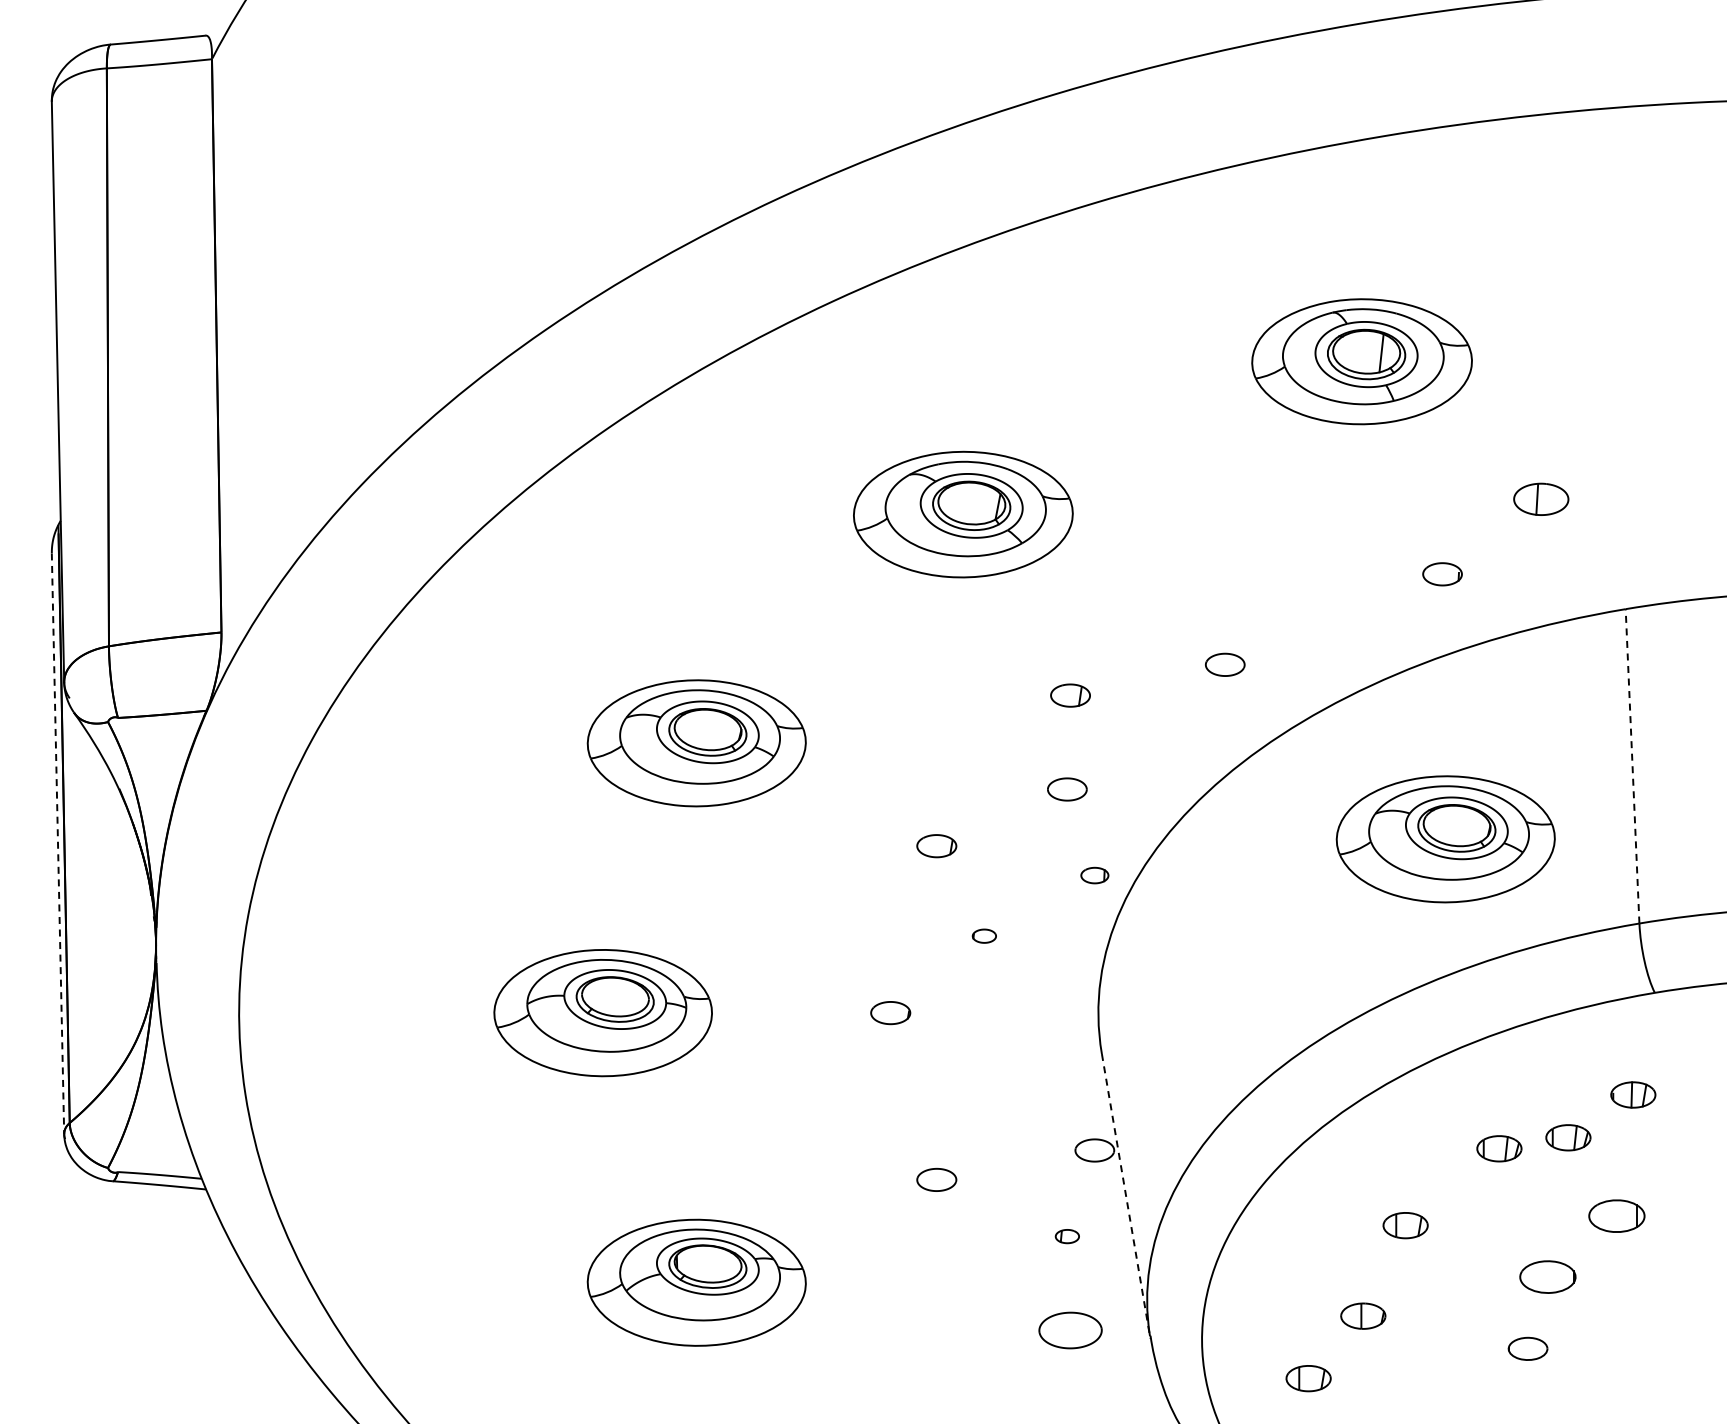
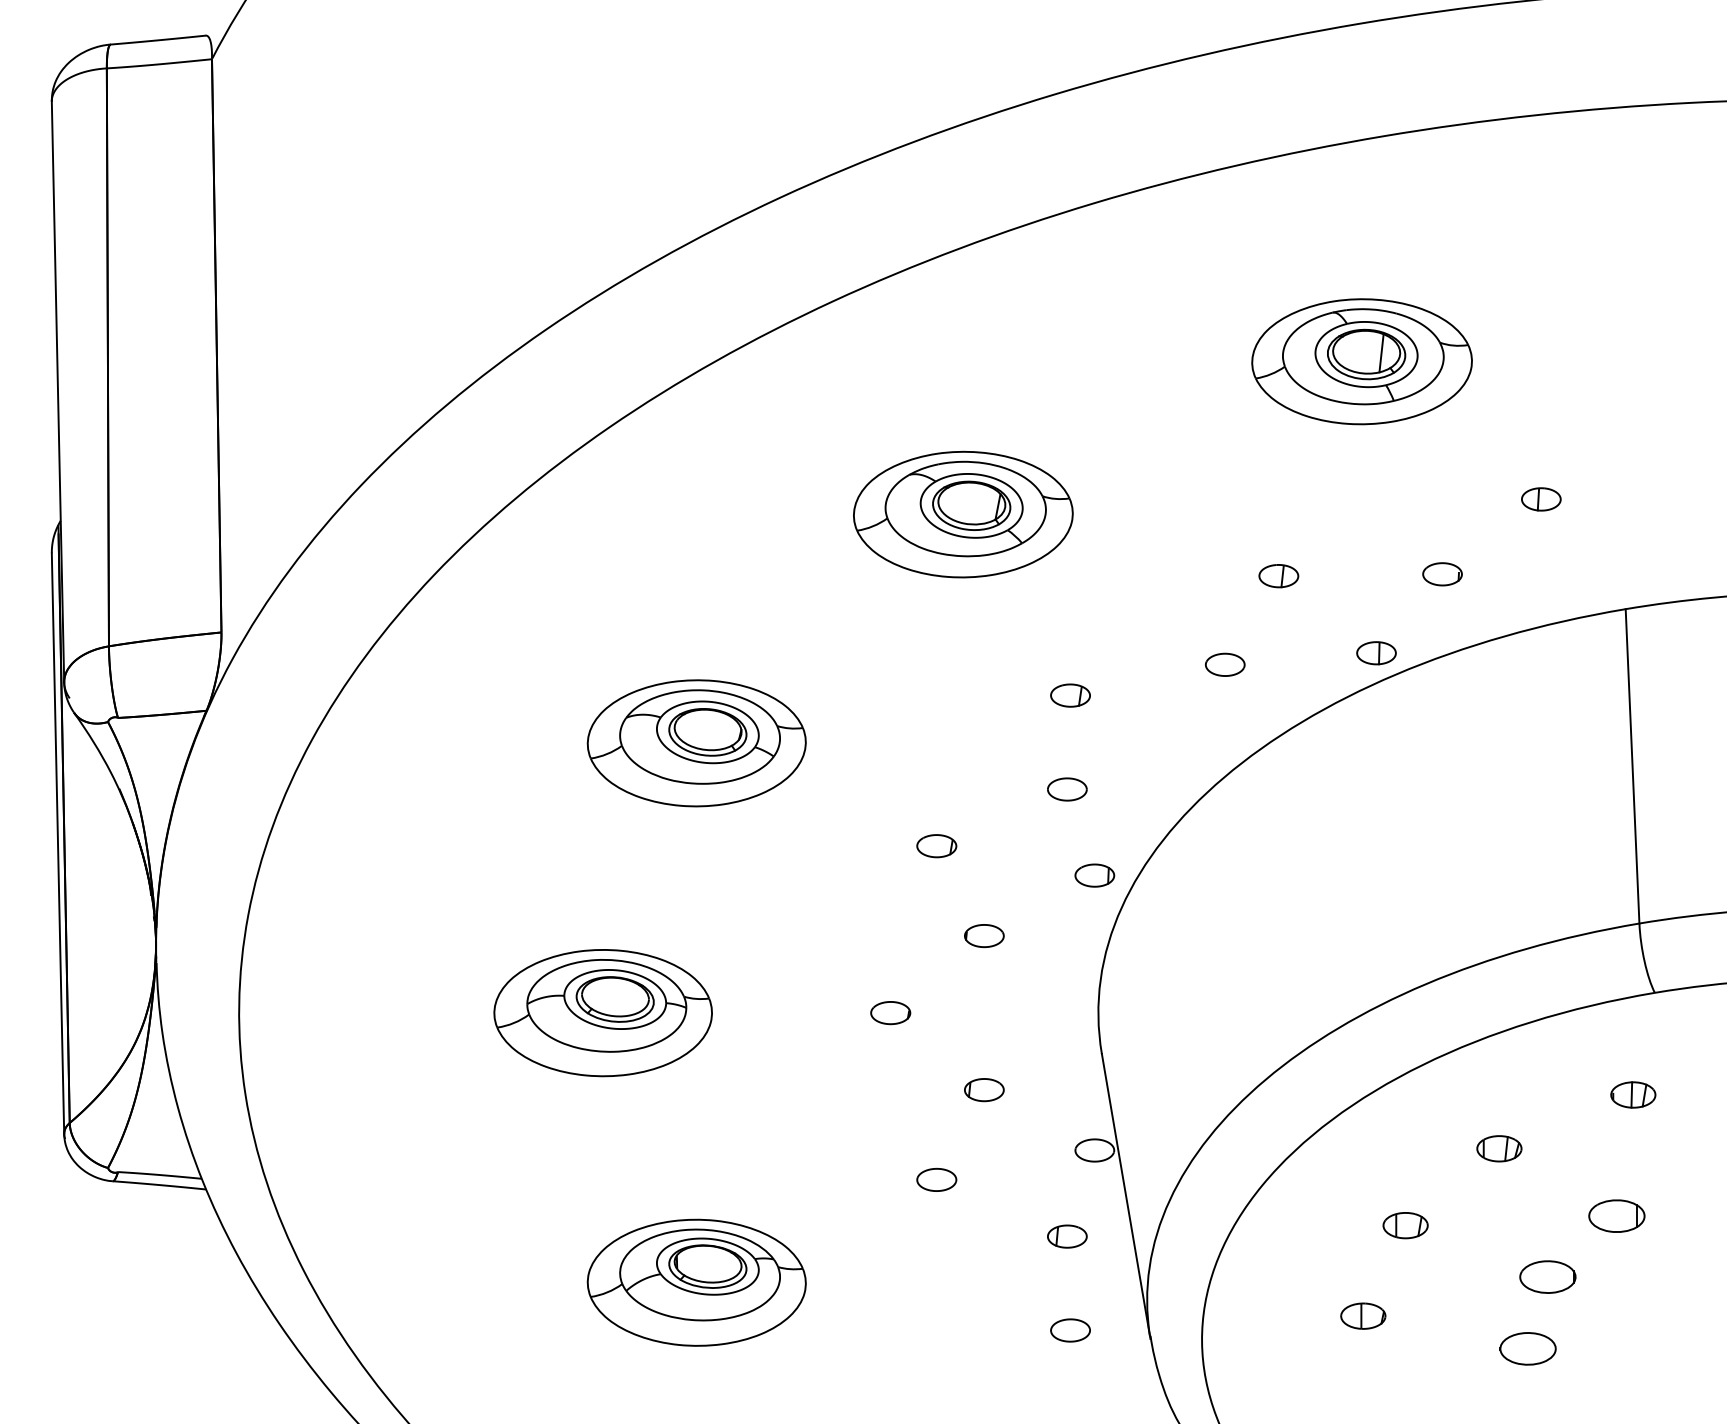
part at (1541, 498) size: 57x34 px -> 41x25 px
part at (1278, 576): none -> present
part at (1376, 653): none -> present
line at (1632, 765): dashed -> solid
part at (1445, 839): present -> none
line at (58, 843): dashed -> solid
part at (1094, 875) size: 30x19 px -> 42x25 px
part at (983, 935) size: 26x16 px -> 41x25 px
part at (984, 1090): none -> present
part at (1568, 1137): present -> none
line at (1126, 1196): dashed -> solid
part at (1066, 1236) size: 26x16 px -> 41x25 px
part at (1070, 1330) size: 65x39 px -> 41x25 px
part at (1527, 1348) size: 42x25 px -> 58x34 px
part at (1308, 1378): present -> none
